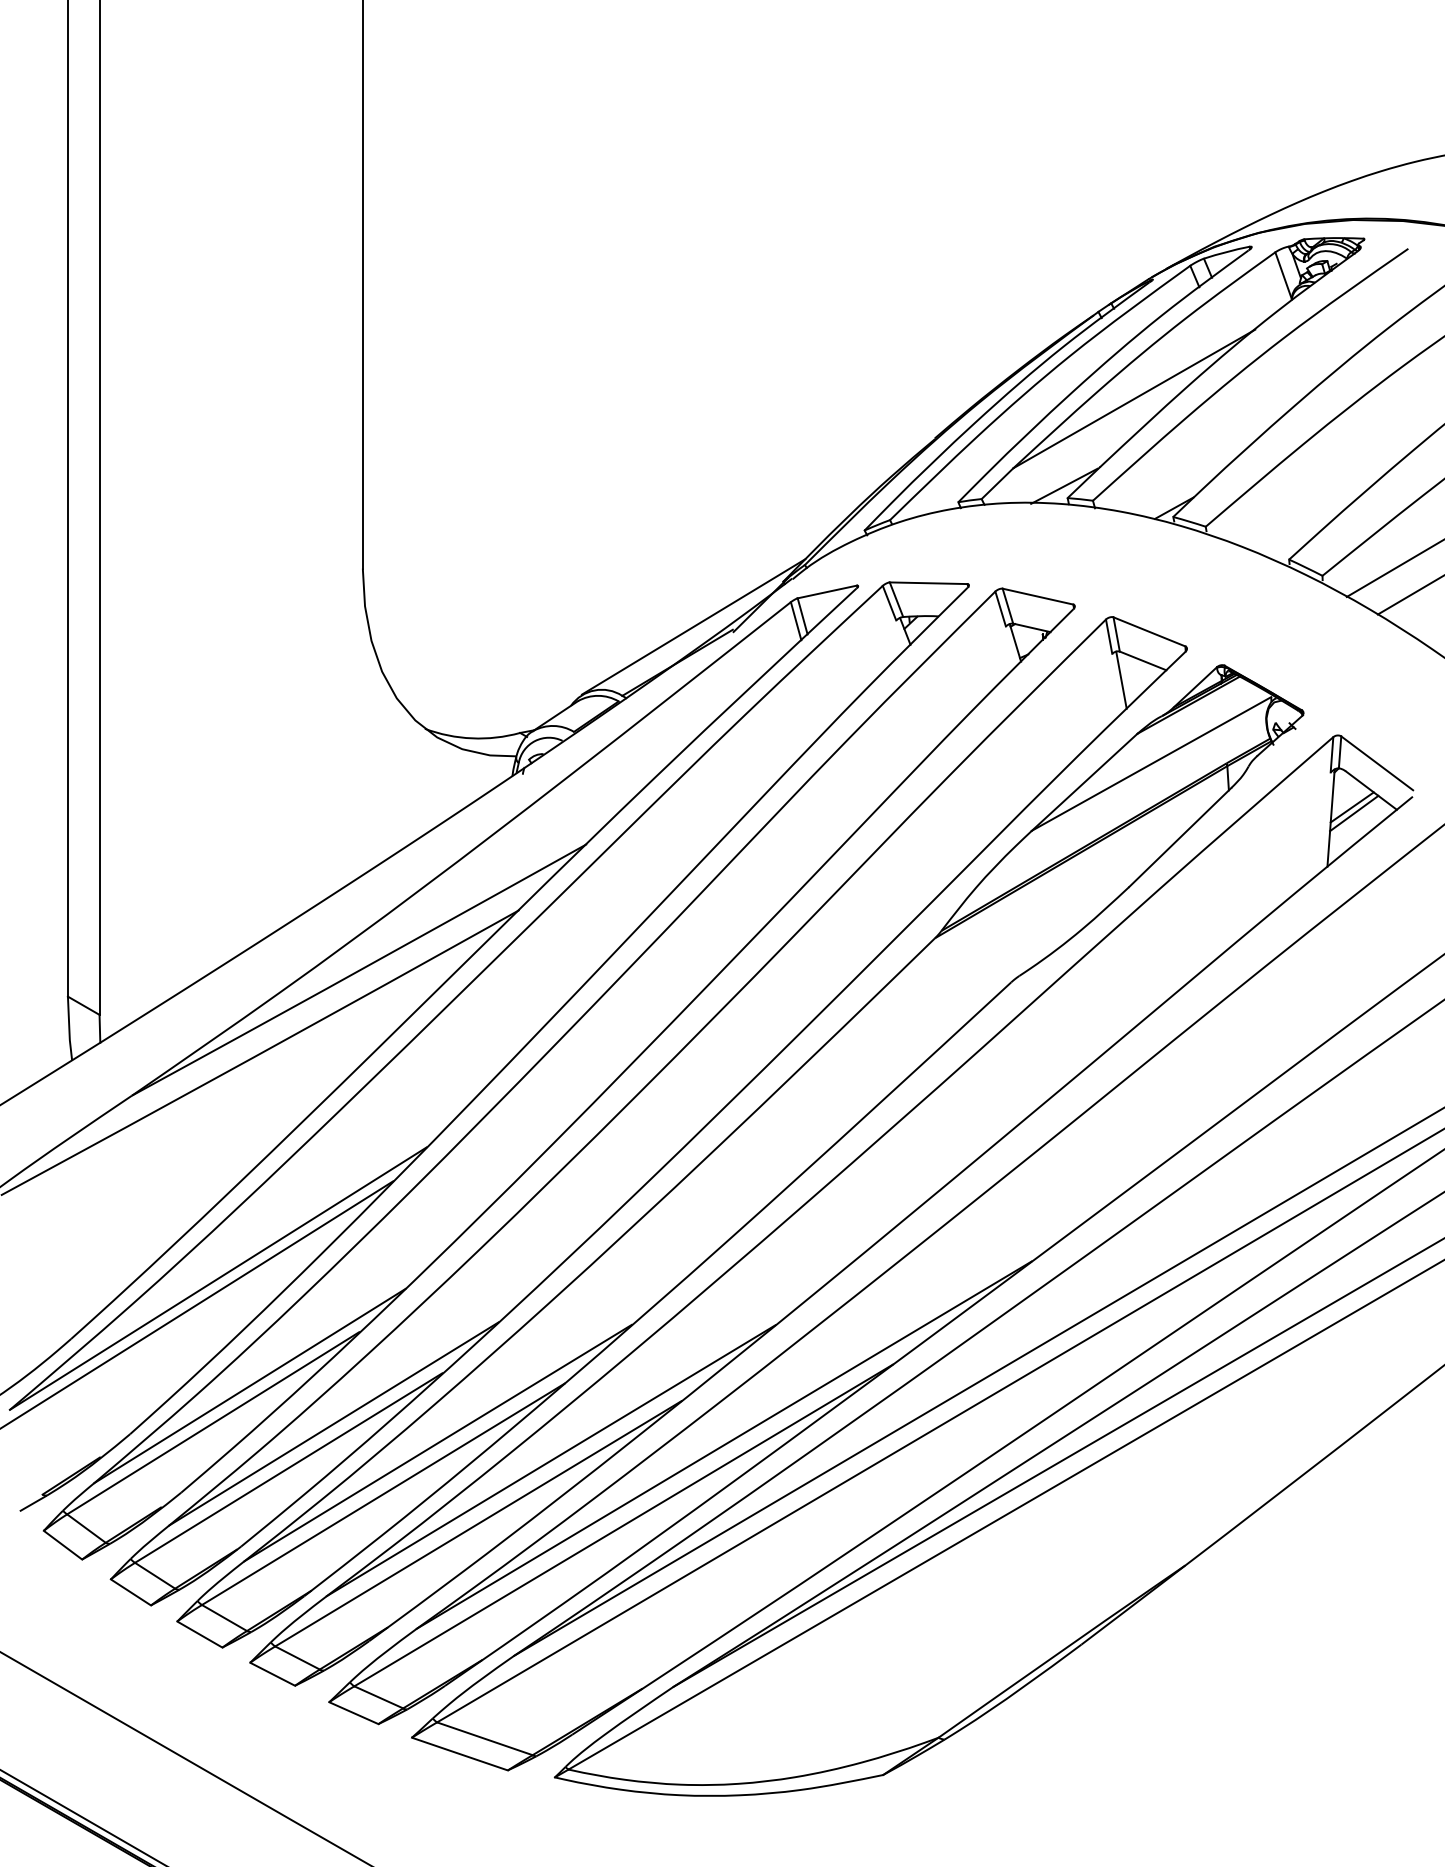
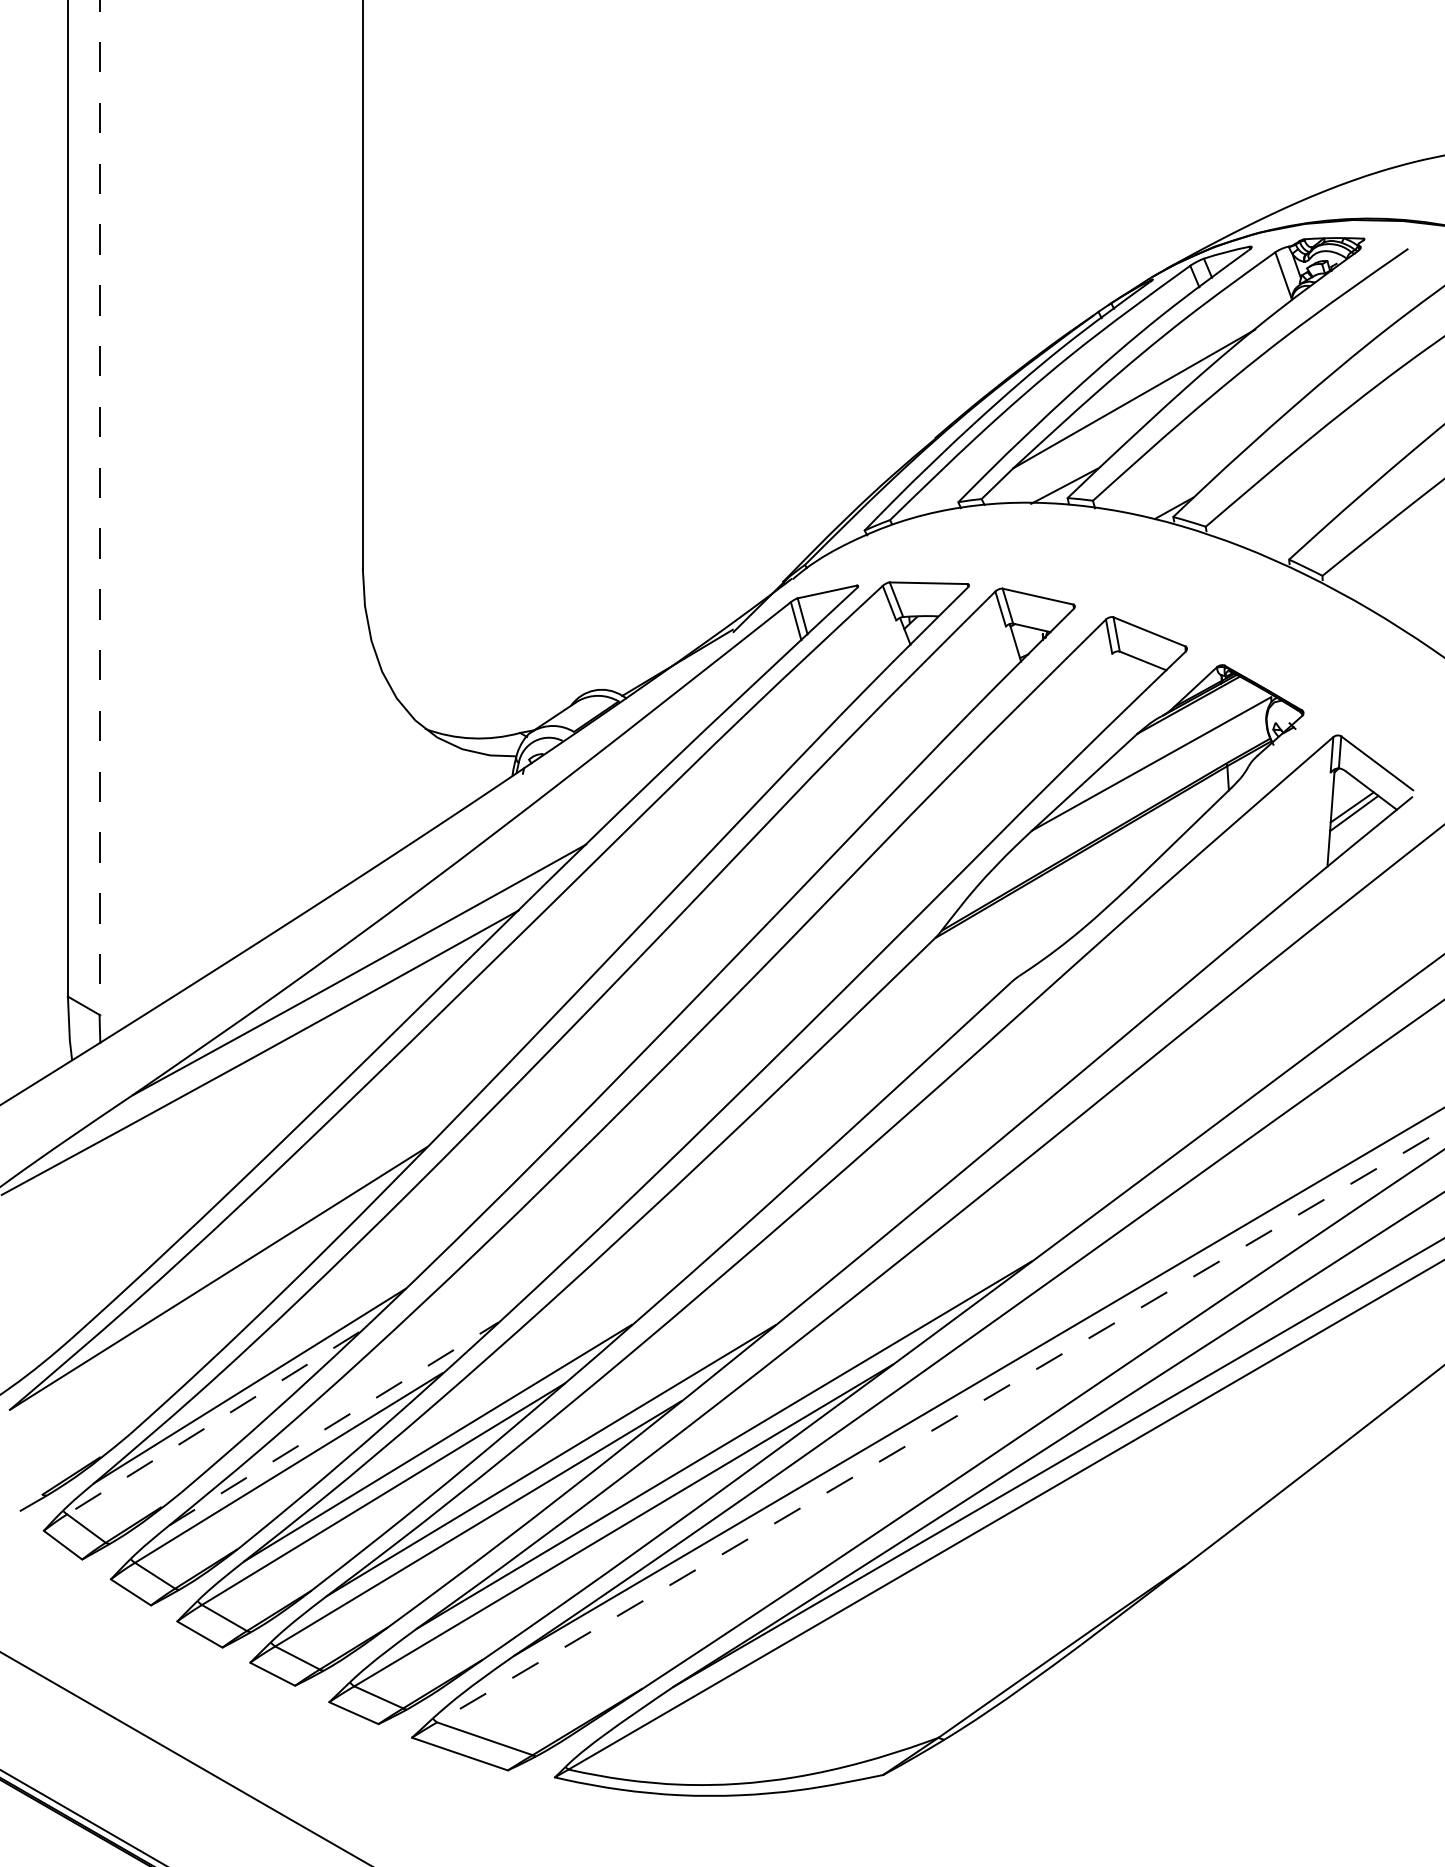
line at (99, 508): solid -> dashed
line at (1393, 568): present -> none
line at (1409, 595): present -> none
line at (693, 626): present -> none
line at (1121, 679): present -> none
line at (197, 1304): present -> none
line at (212, 1423): solid -> dashed
line at (334, 1423): solid -> dashed
line at (940, 1425): solid -> dashed
